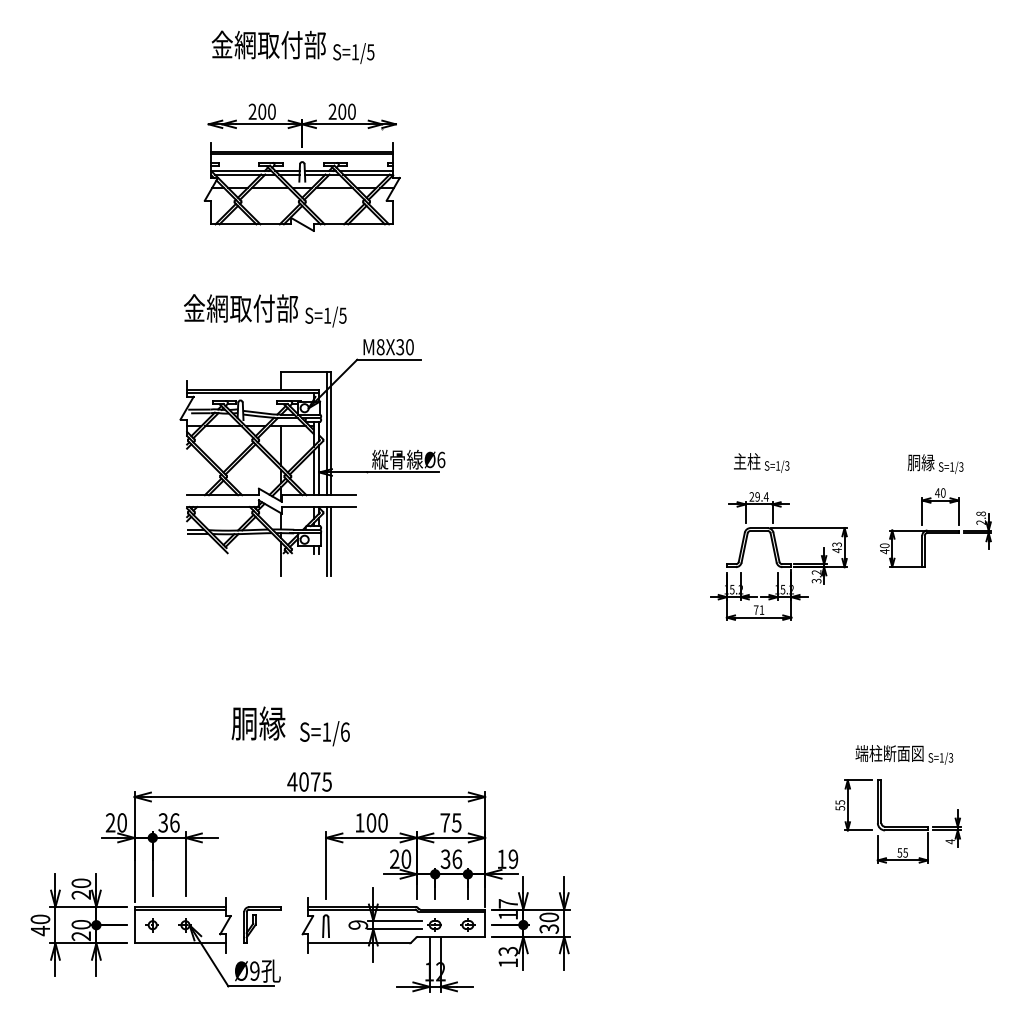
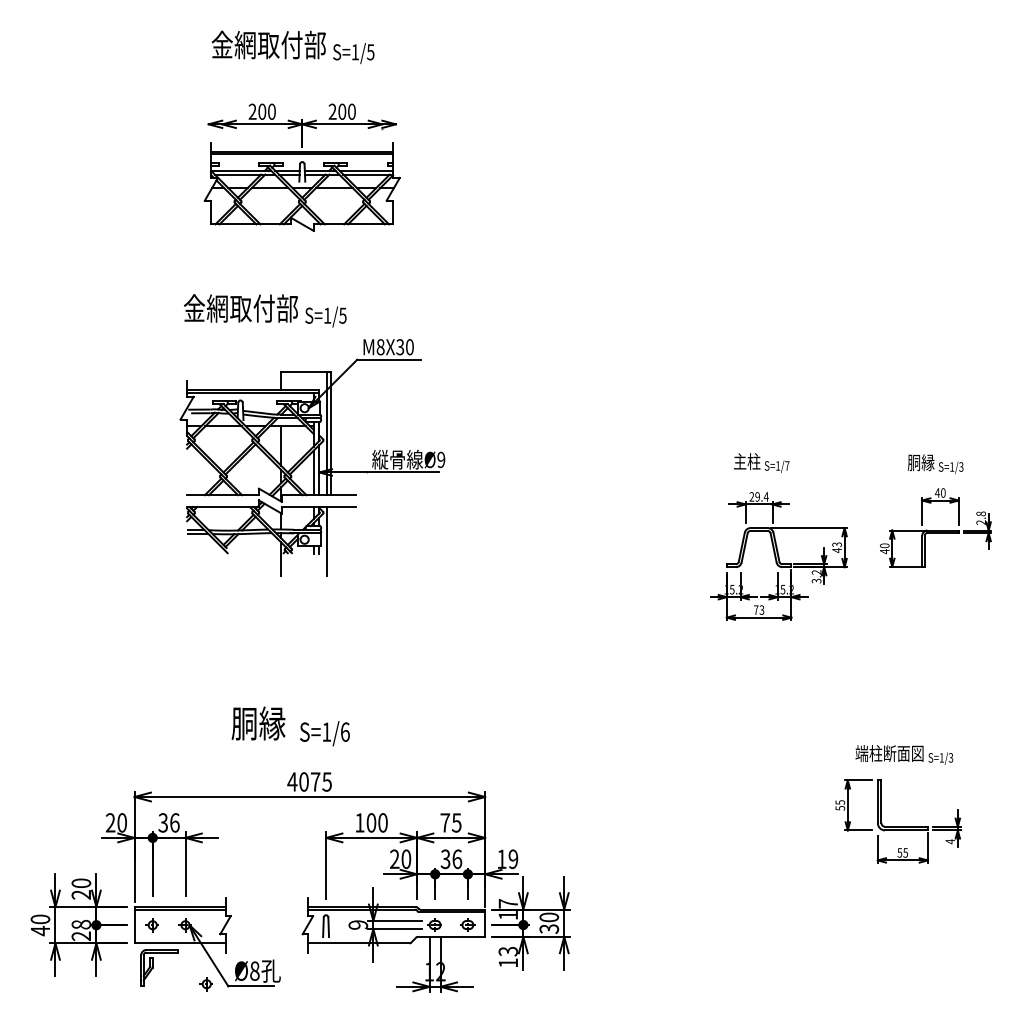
text at (441, 459): Ø6 -> Ø9
text at (787, 465): S=1/3 -> S=1/7
line at (331, 541): present -> none
text at (761, 609): 71 -> 73
text at (81, 924): 20 -> 28
part at (262, 924) position: (262, 924) -> (159, 967)
text at (254, 970): Ø9 -> Ø8
part at (205, 984): none -> present
